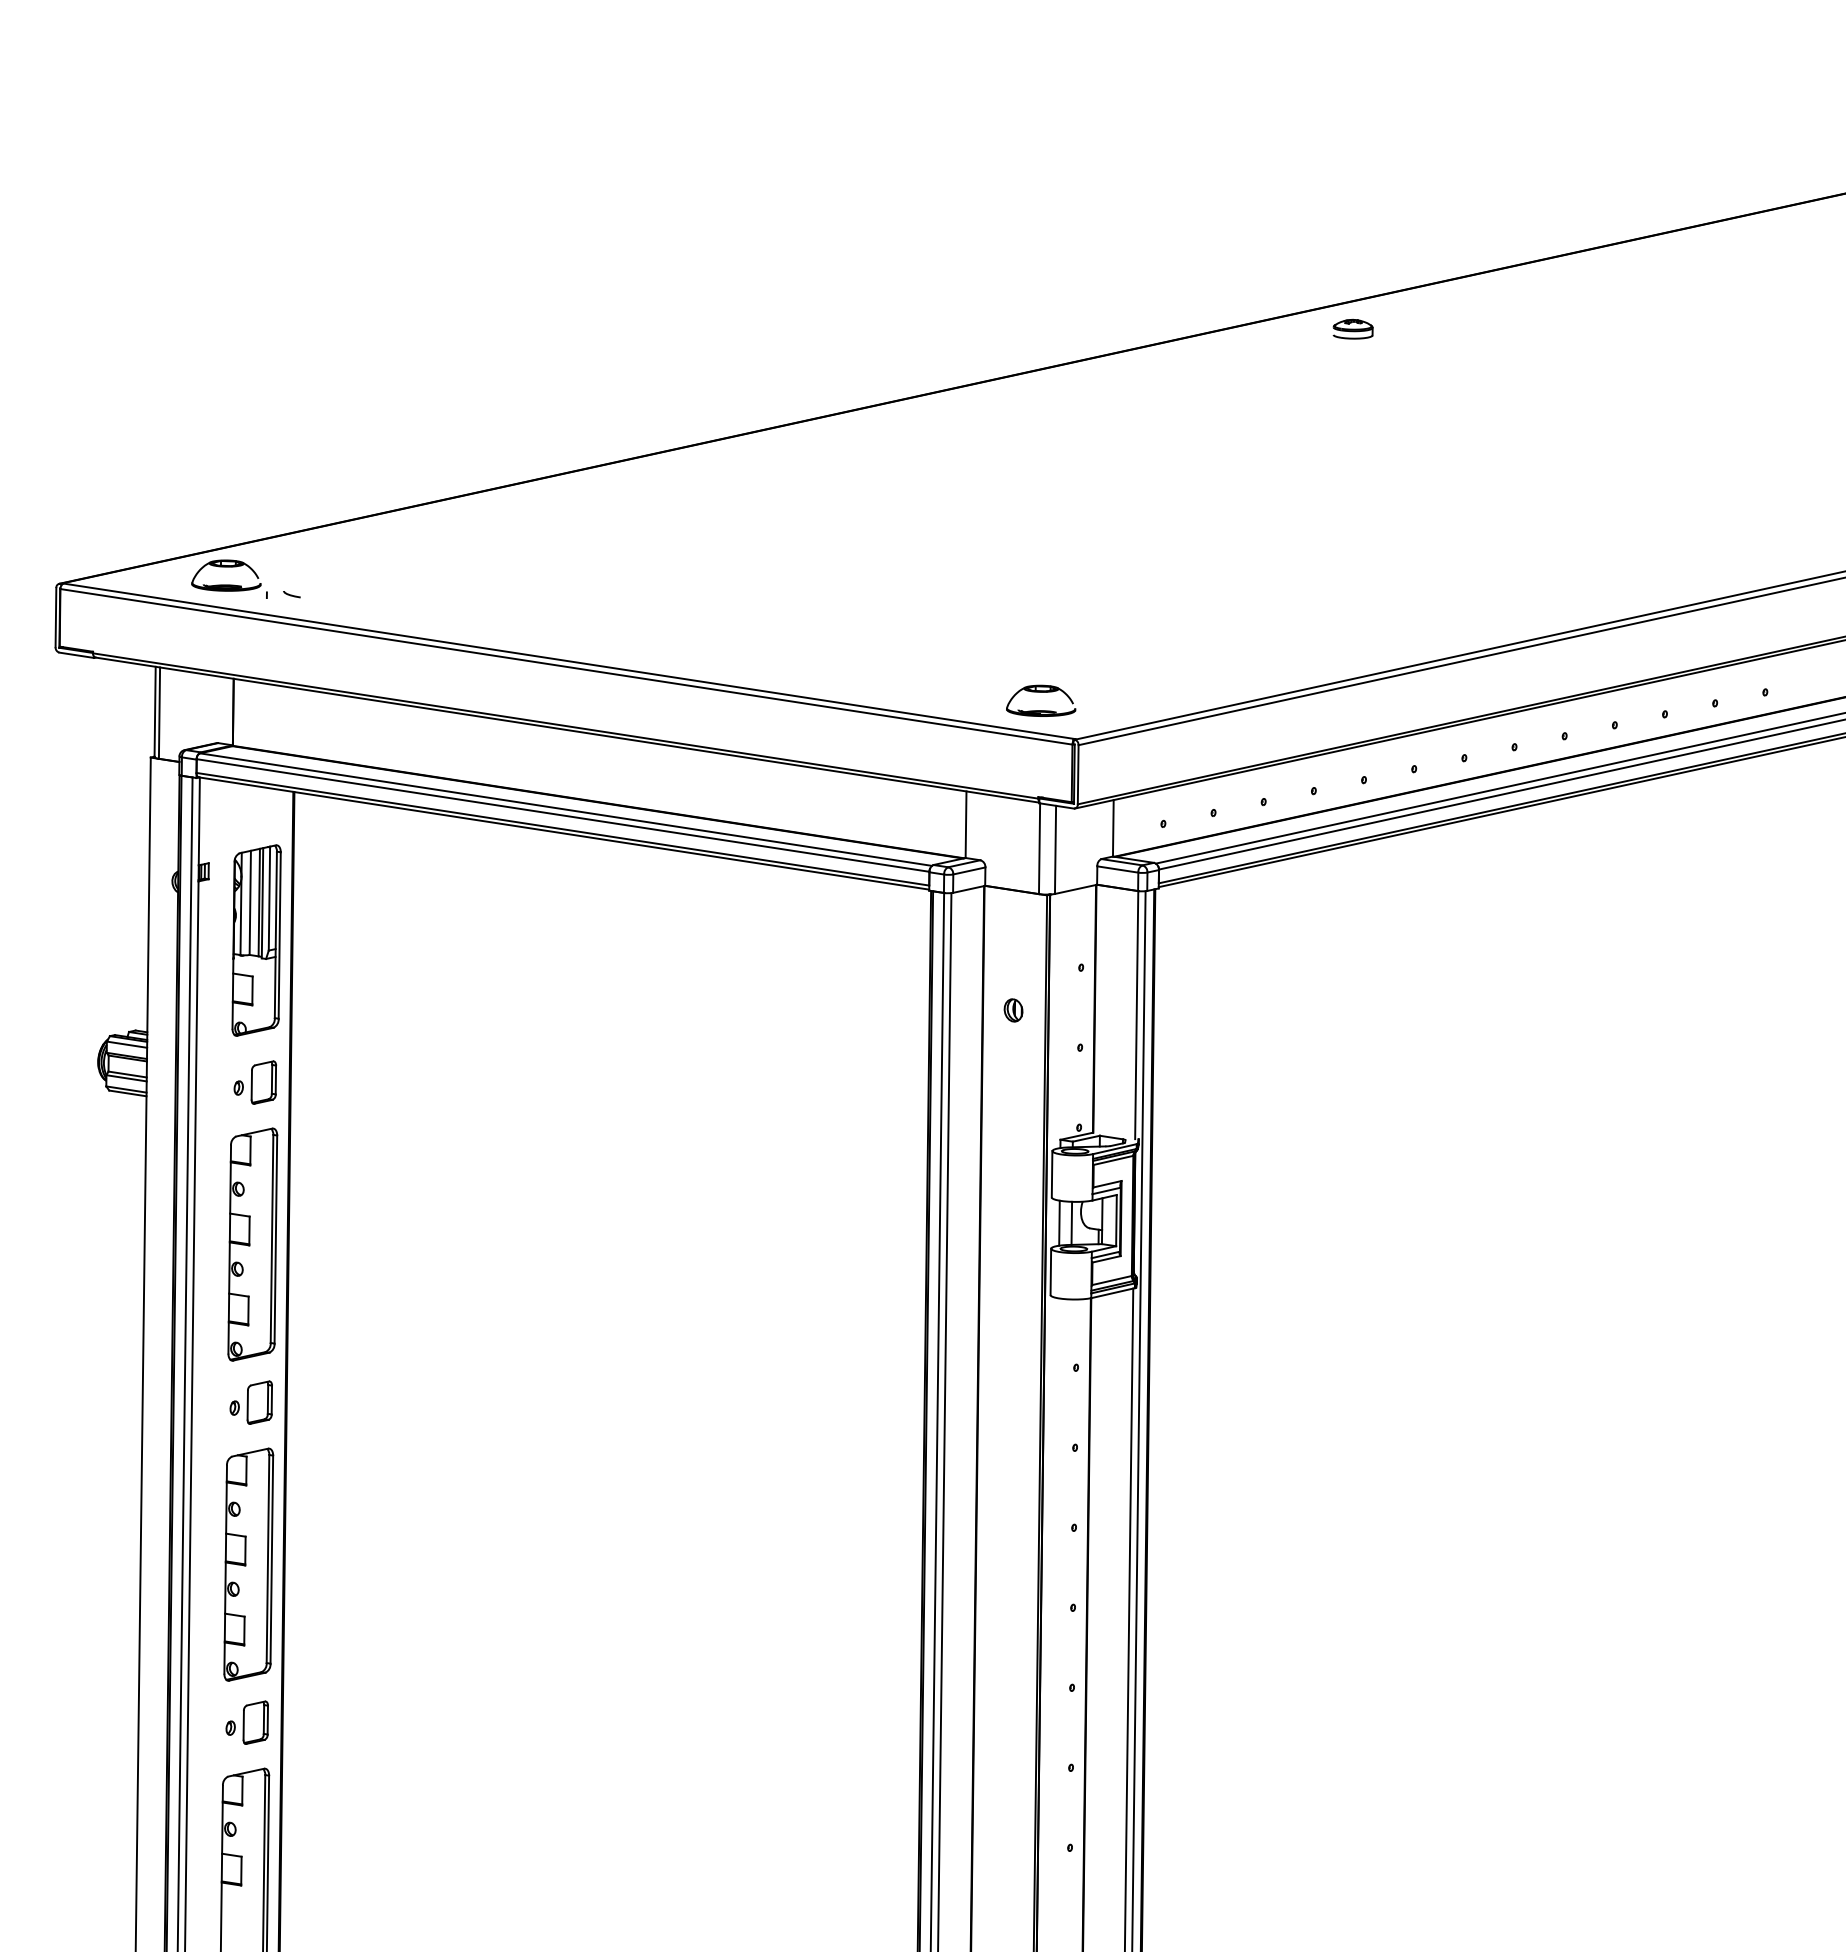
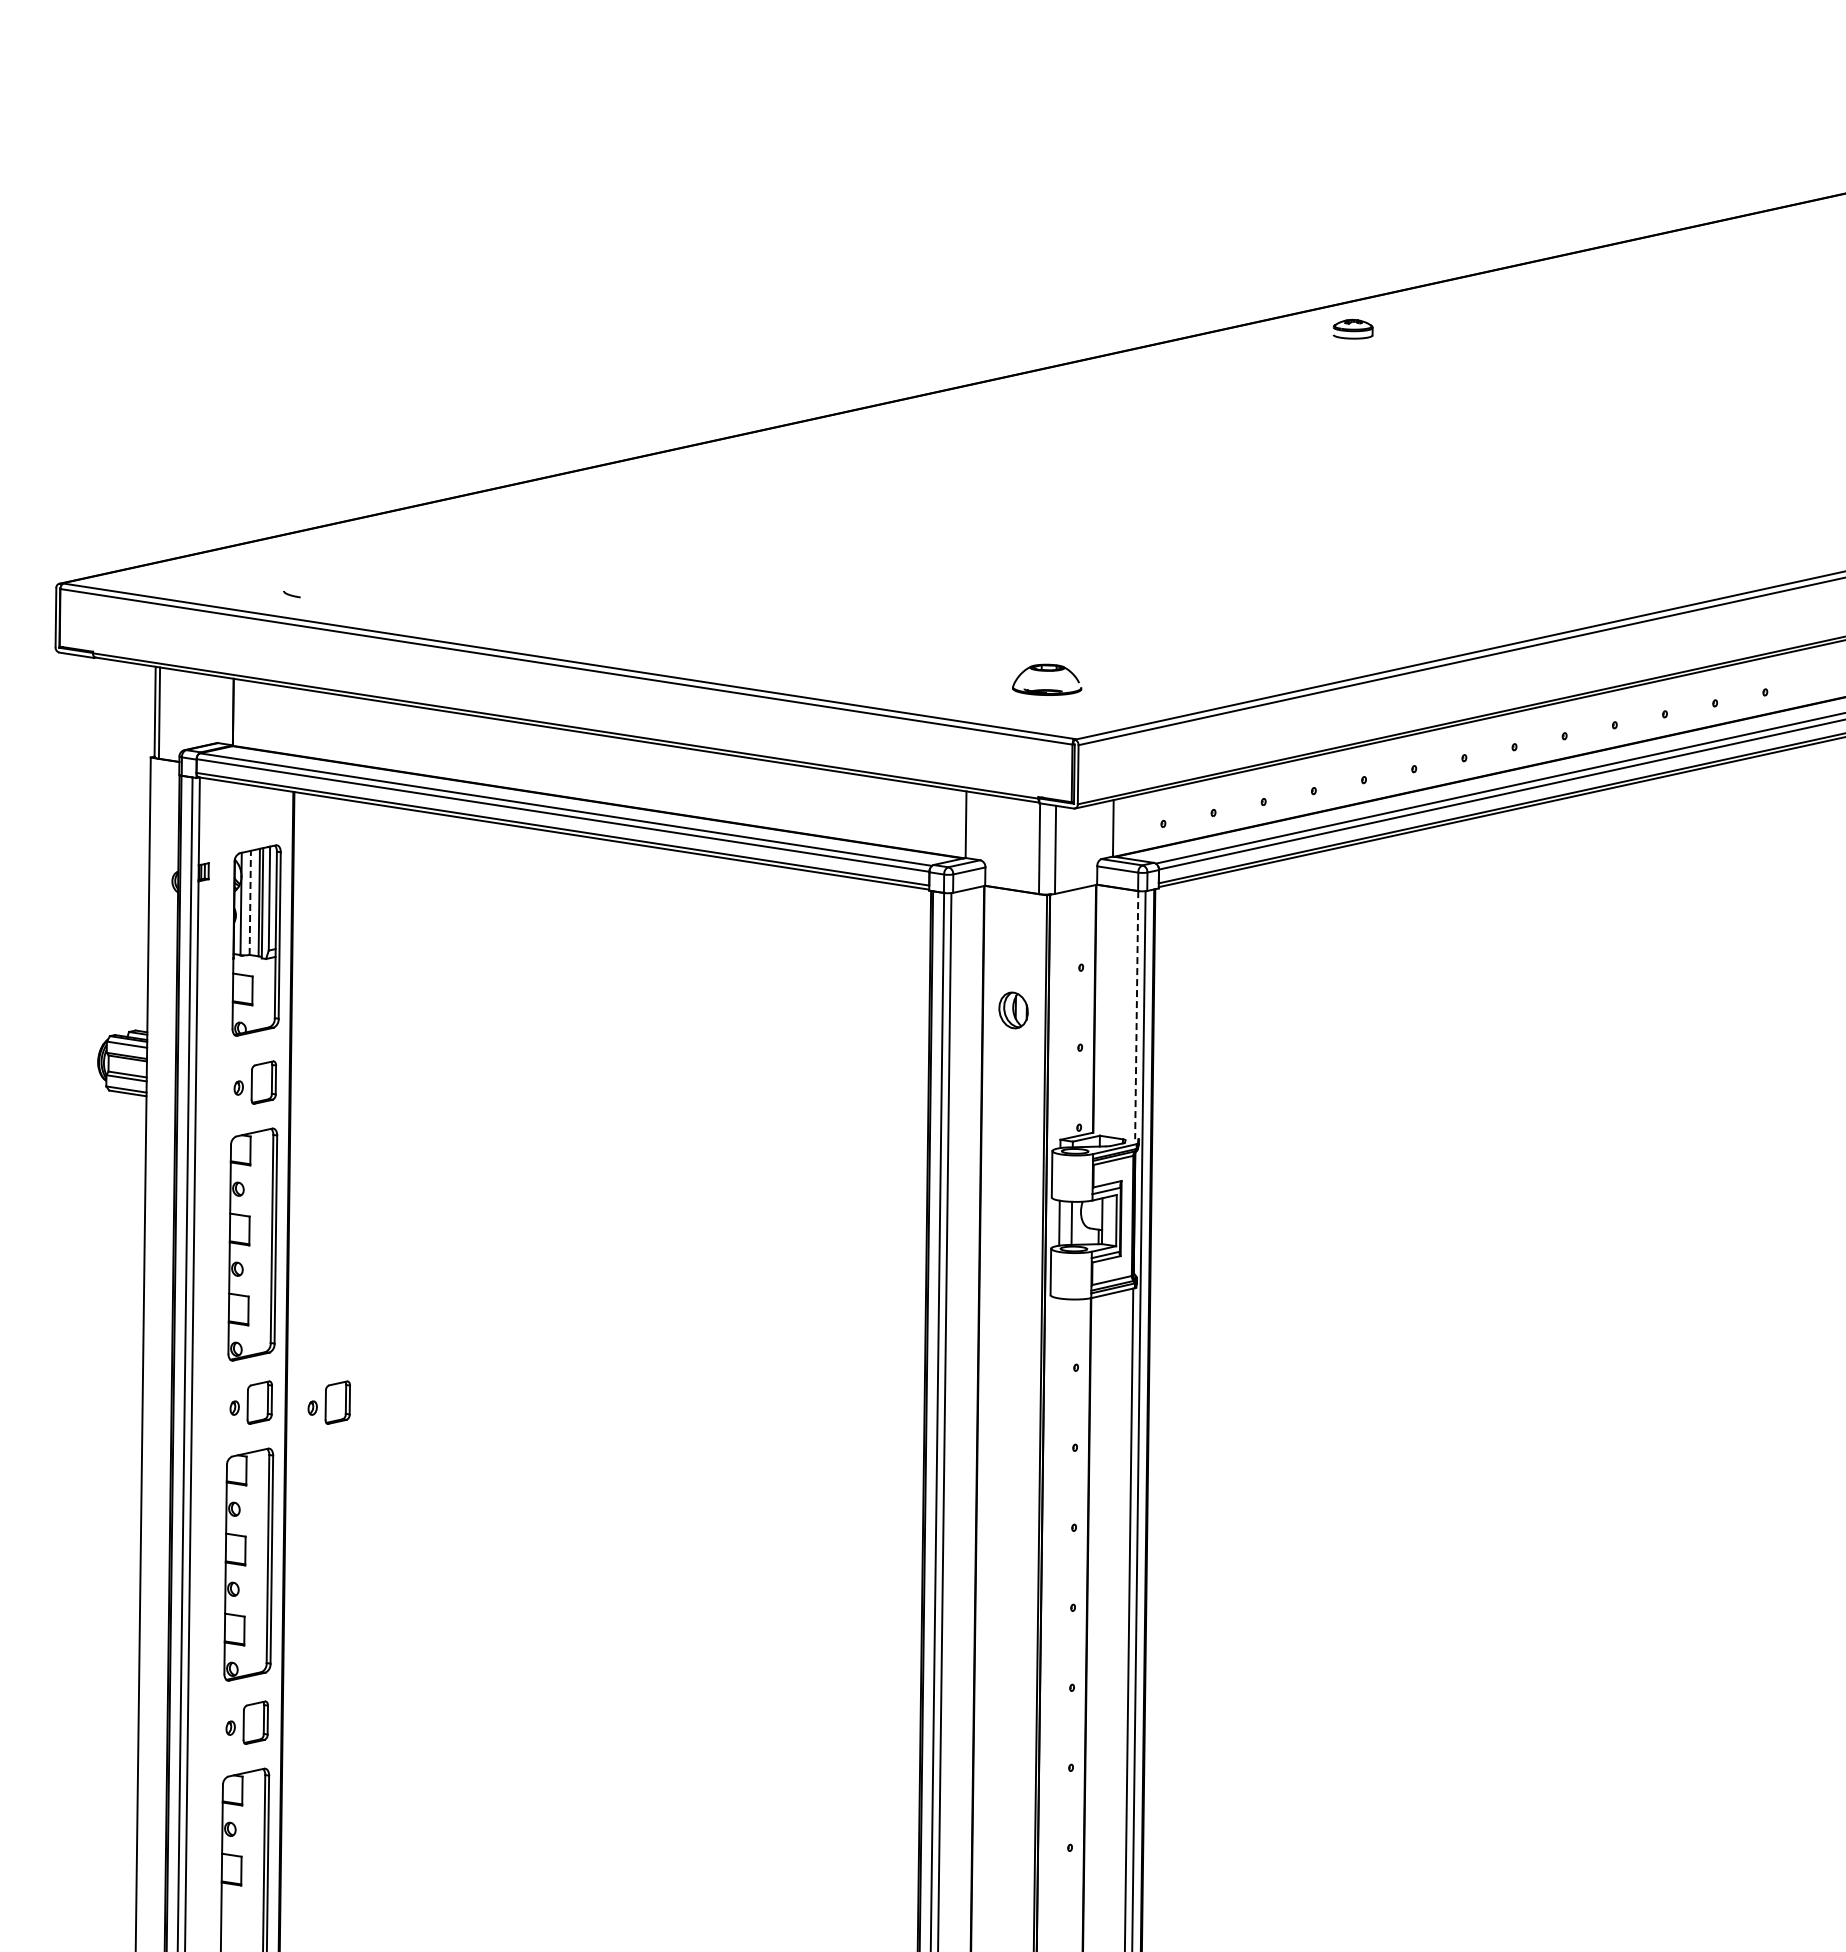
part at (229, 578): present -> none
part at (1041, 692) position: (1041, 692) -> (1047, 671)
line at (250, 902): solid -> dashed
part at (1013, 1010) size: 21x25 px -> 31x39 px
line at (1136, 1015): solid -> dashed
part at (328, 1402): none -> present
